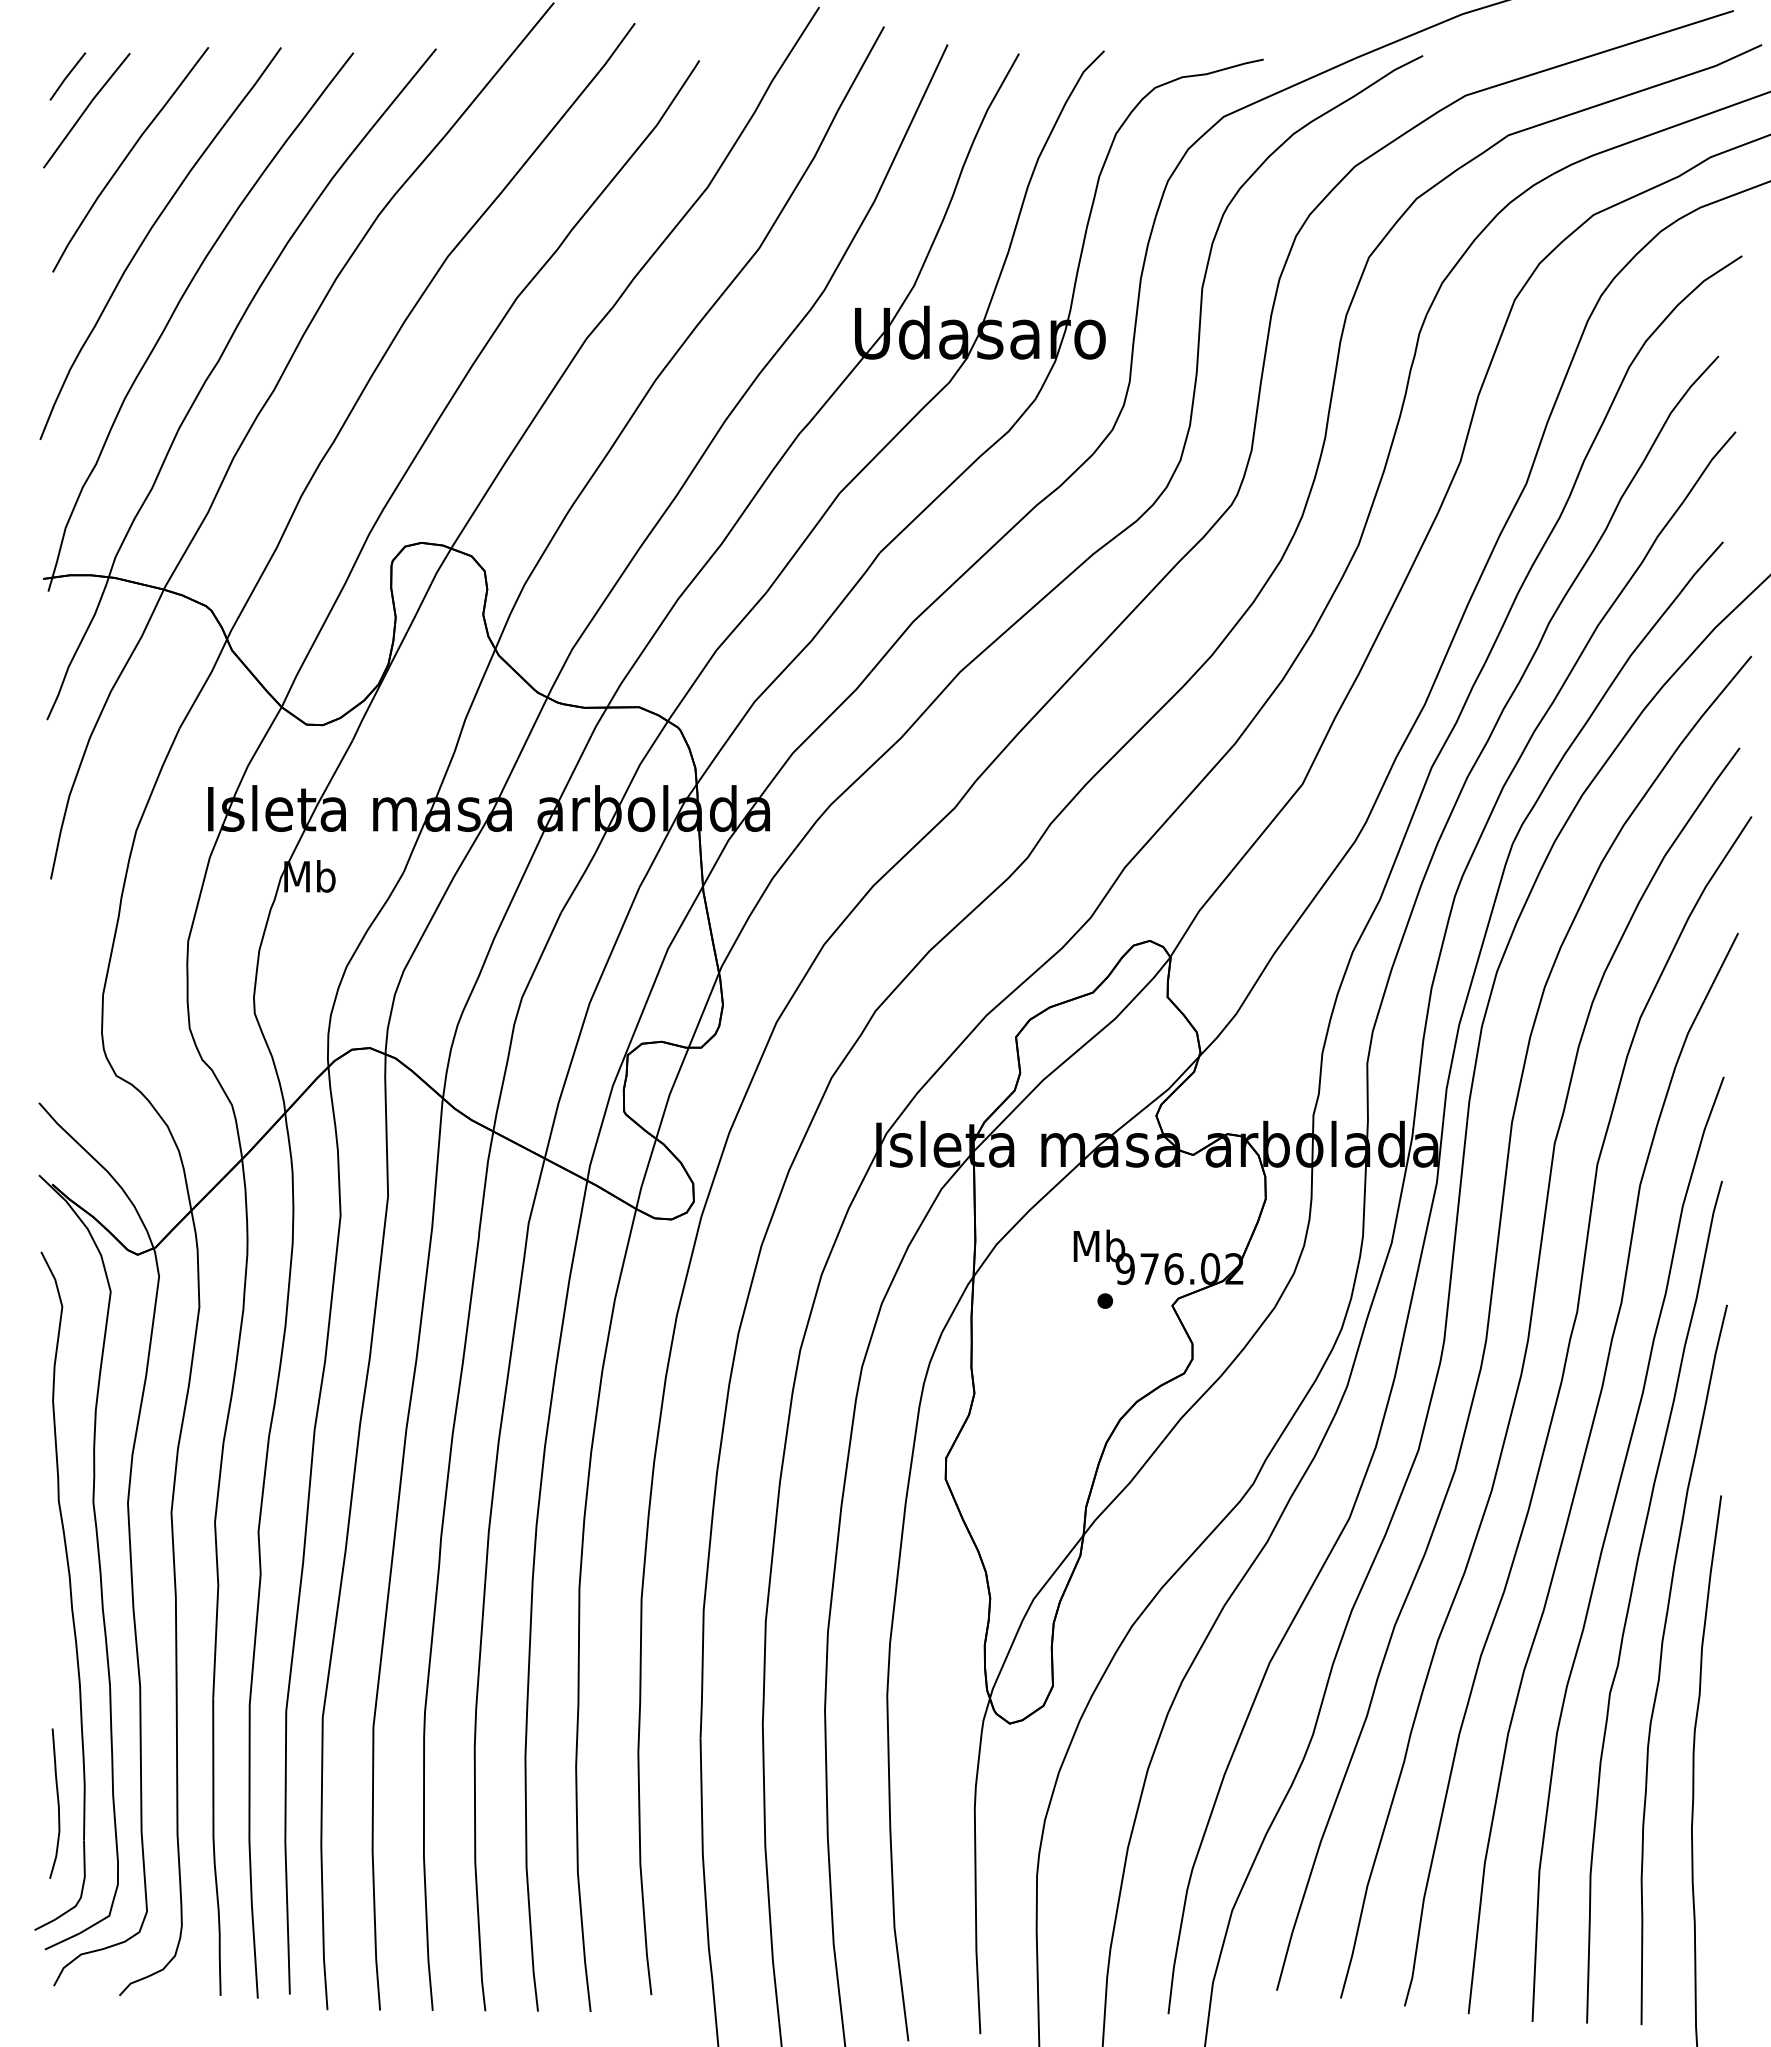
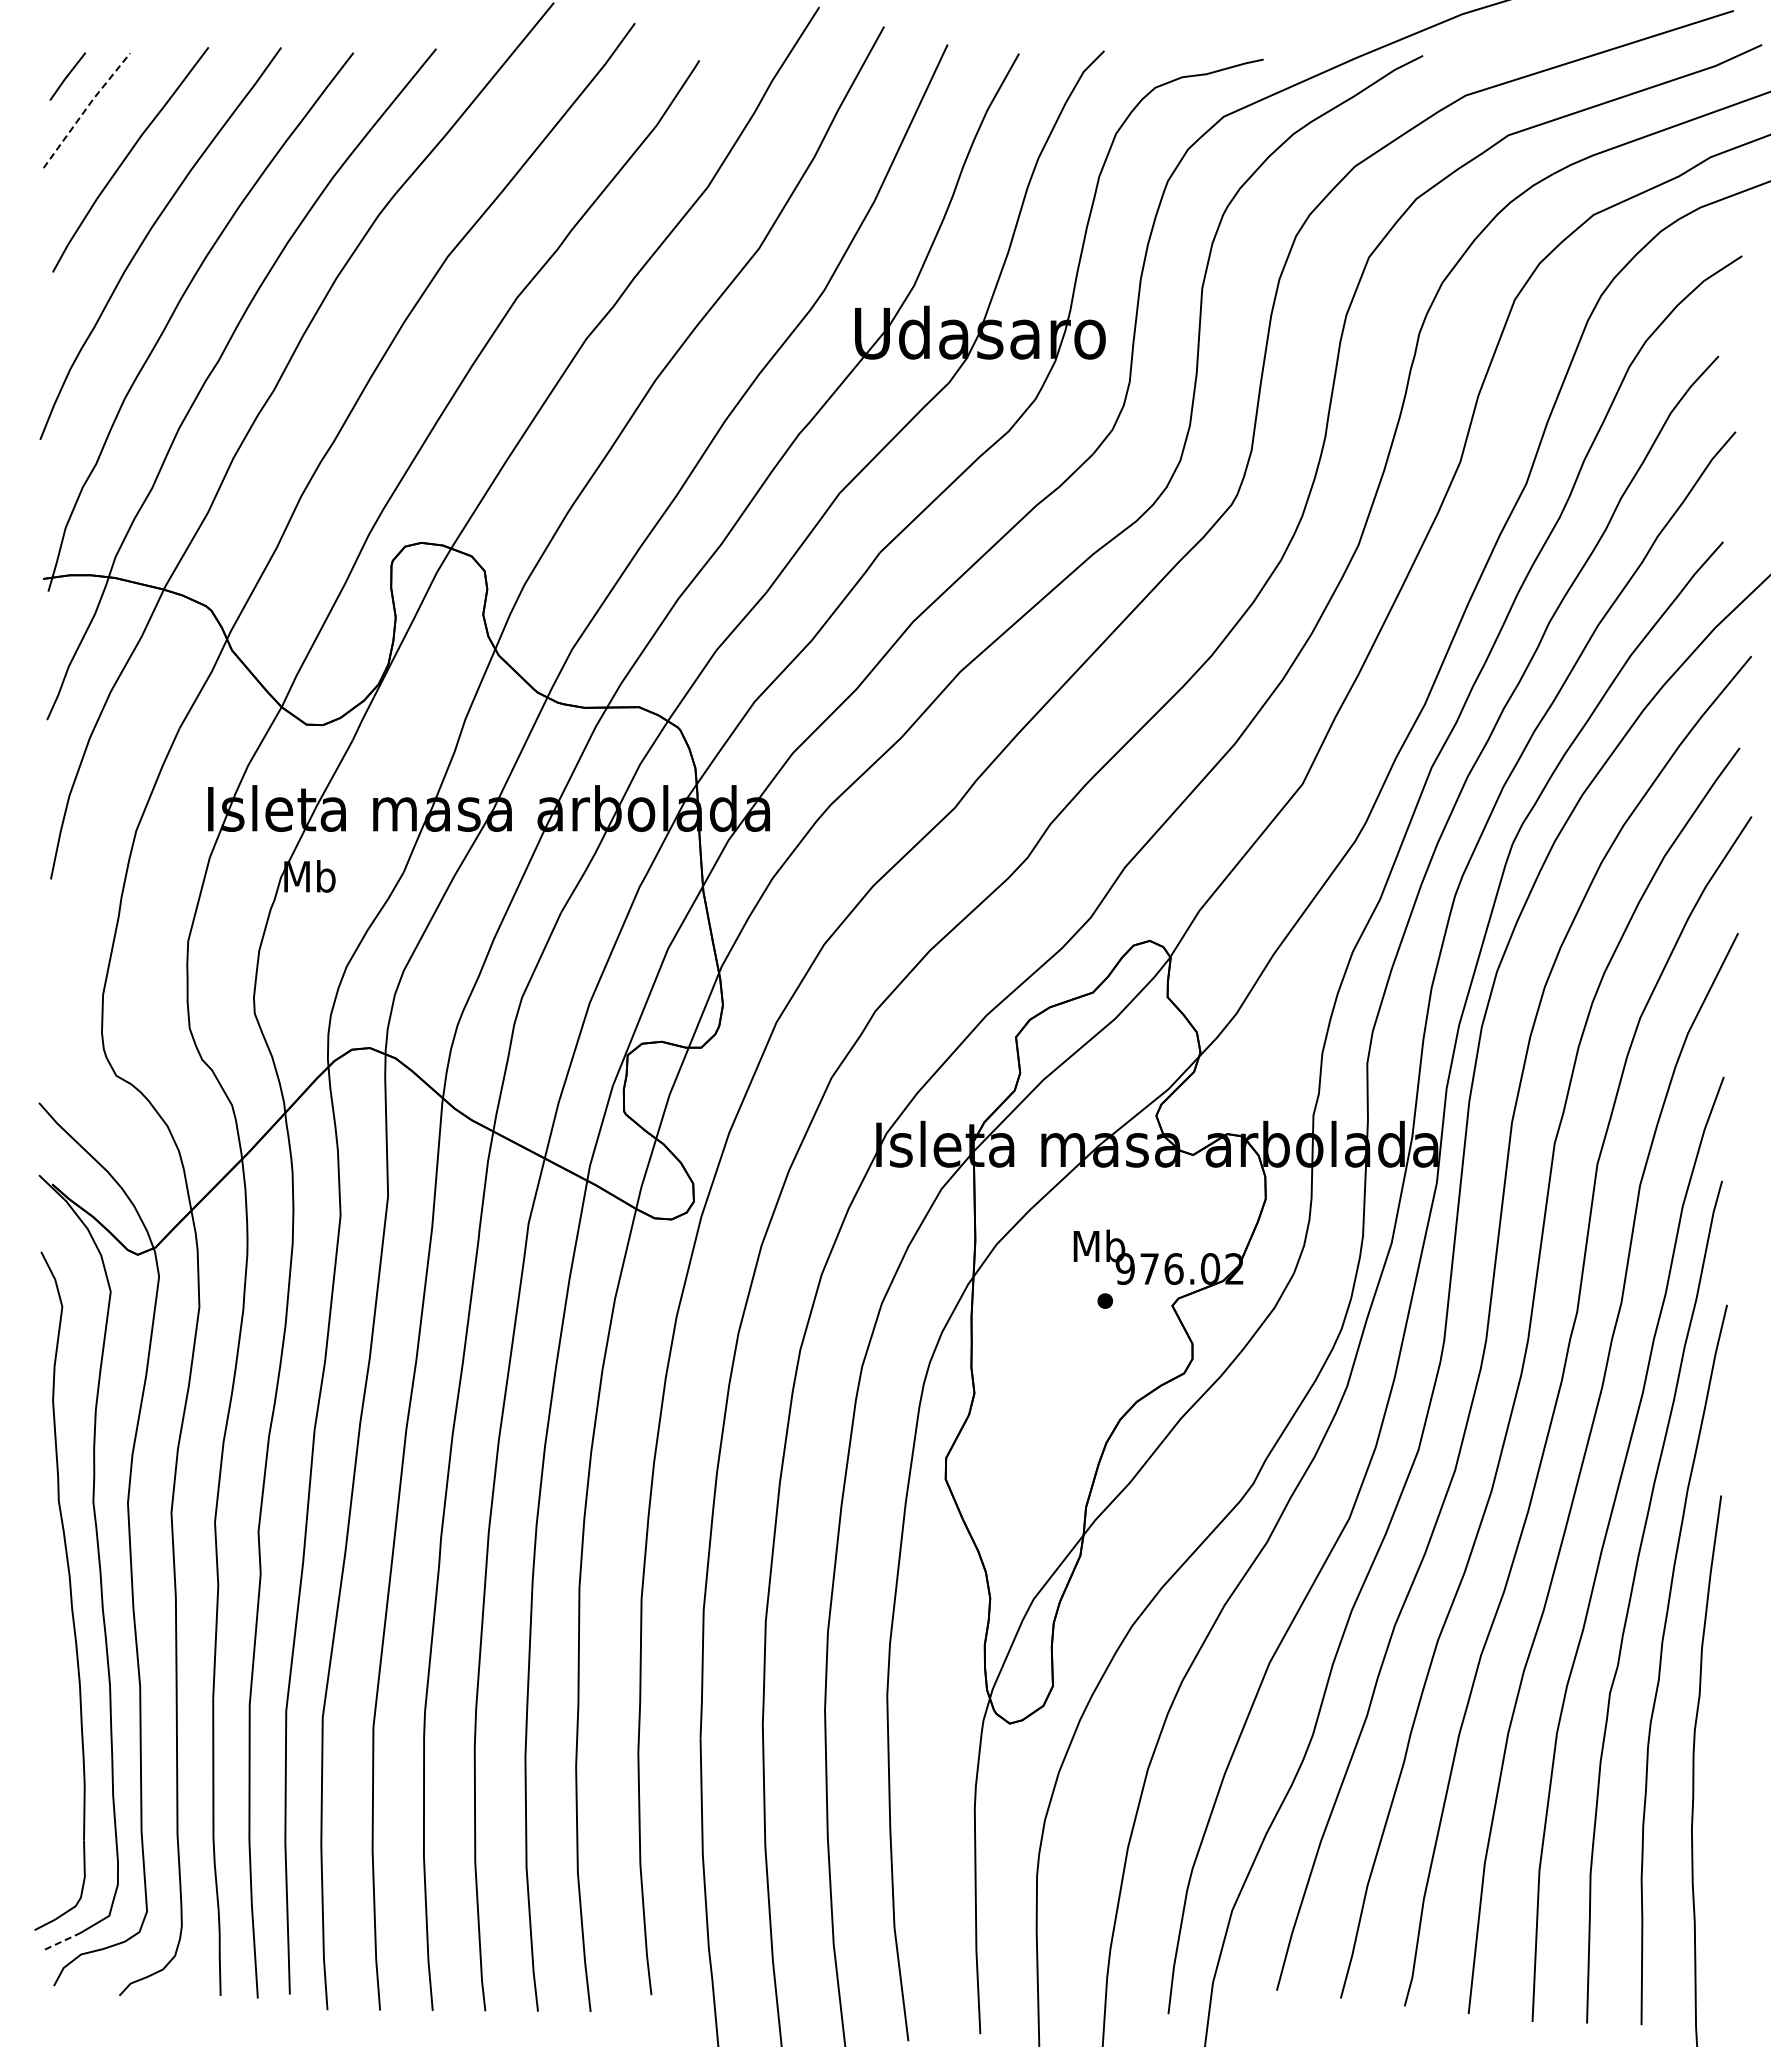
line at (86, 109): solid -> dashed
curve at (57, 1803): present -> none
line at (62, 1941): solid -> dashed
